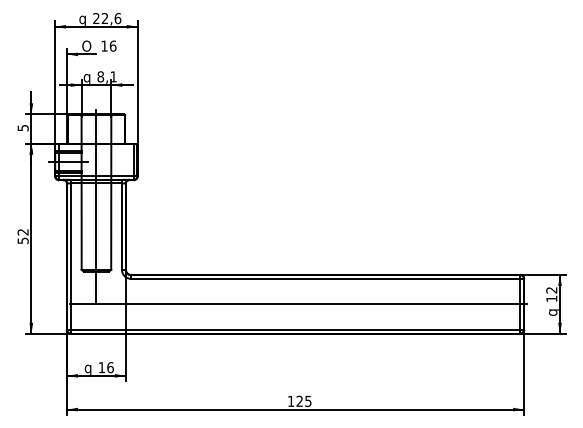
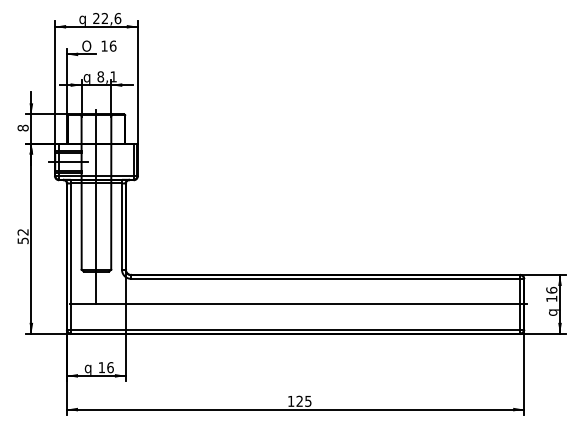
text at (22, 127): 5 -> 8
text at (551, 289): 12 -> 16
